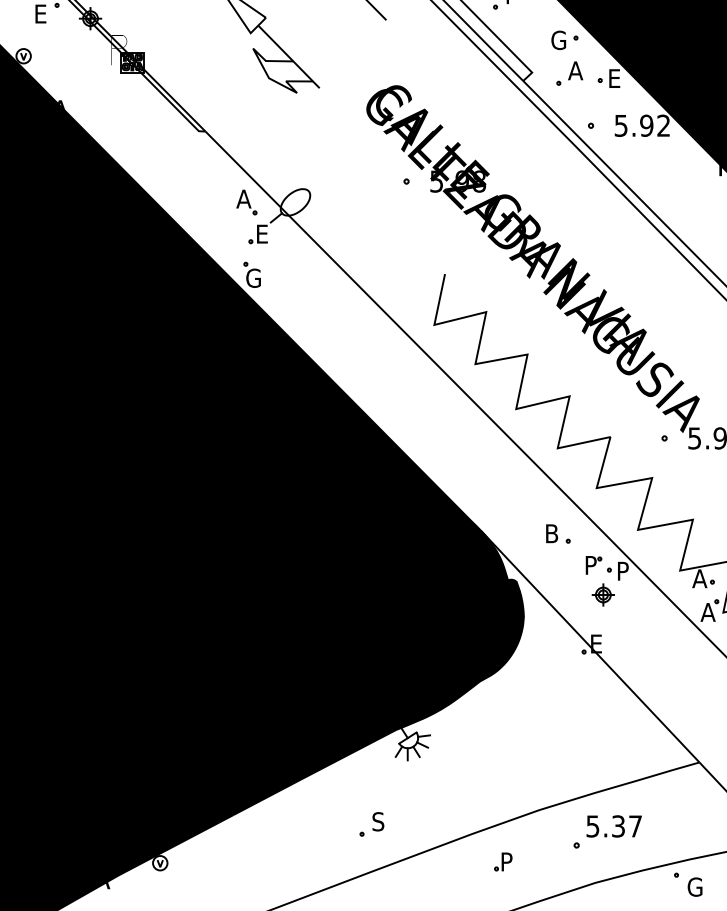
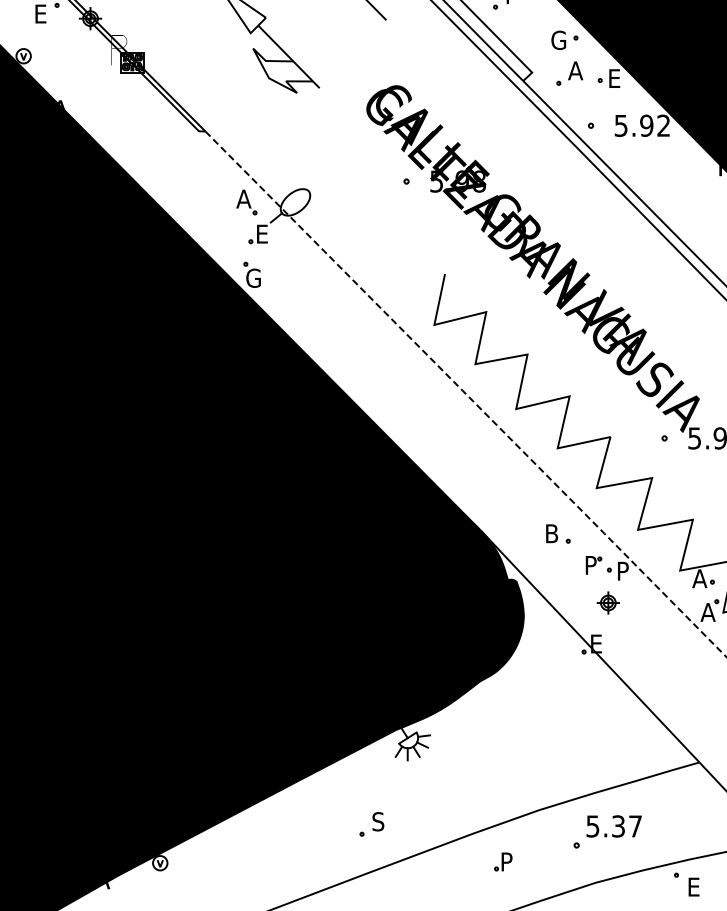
line at (466, 394): solid -> dashed
part at (602, 594) position: (602, 594) -> (607, 602)
text at (694, 886): G -> E
